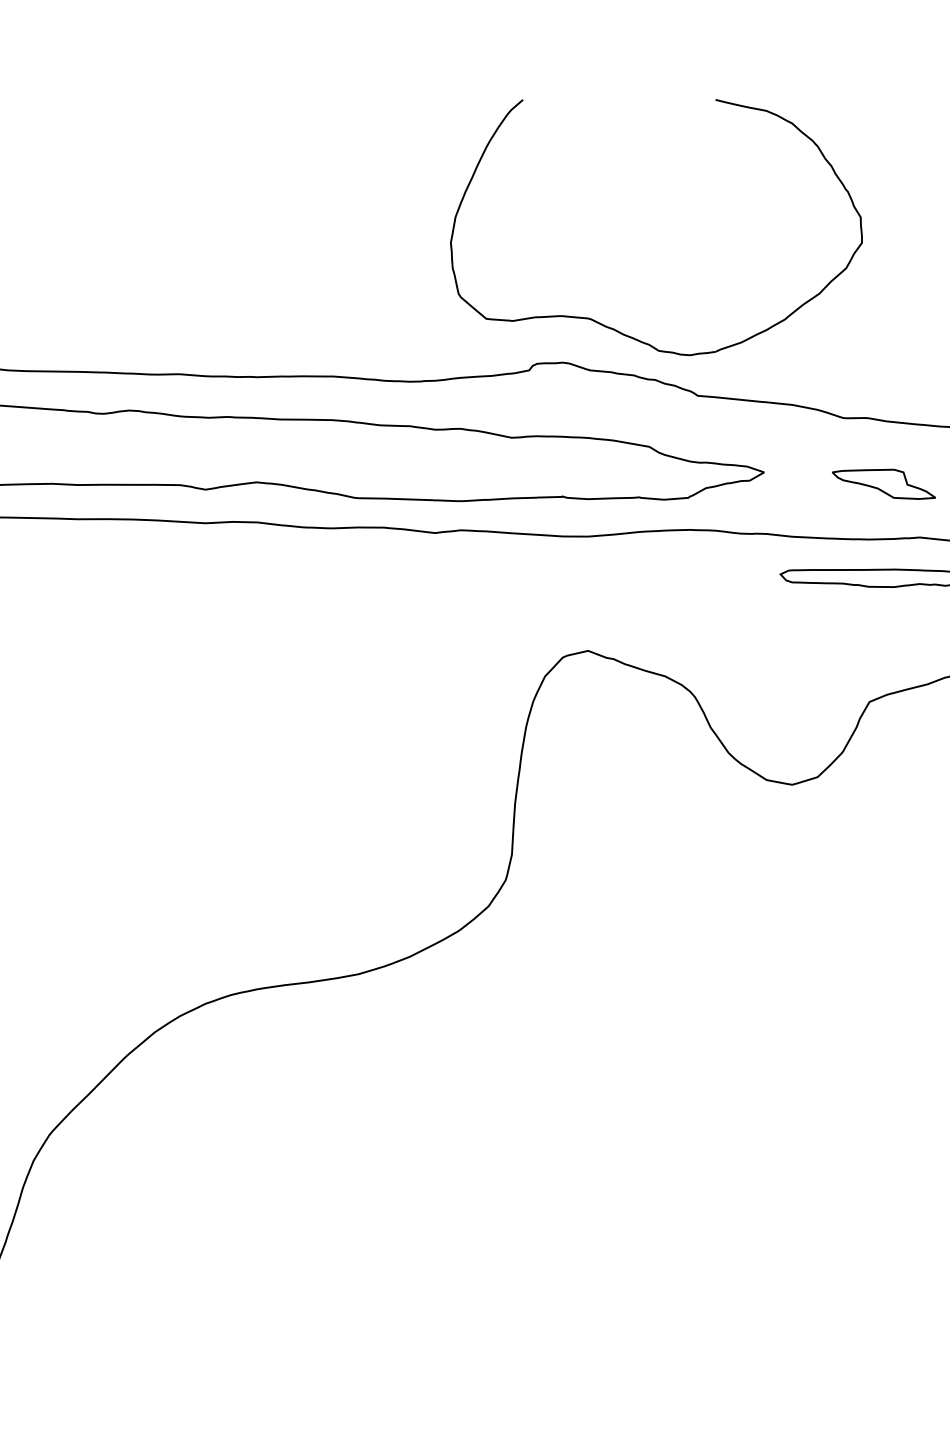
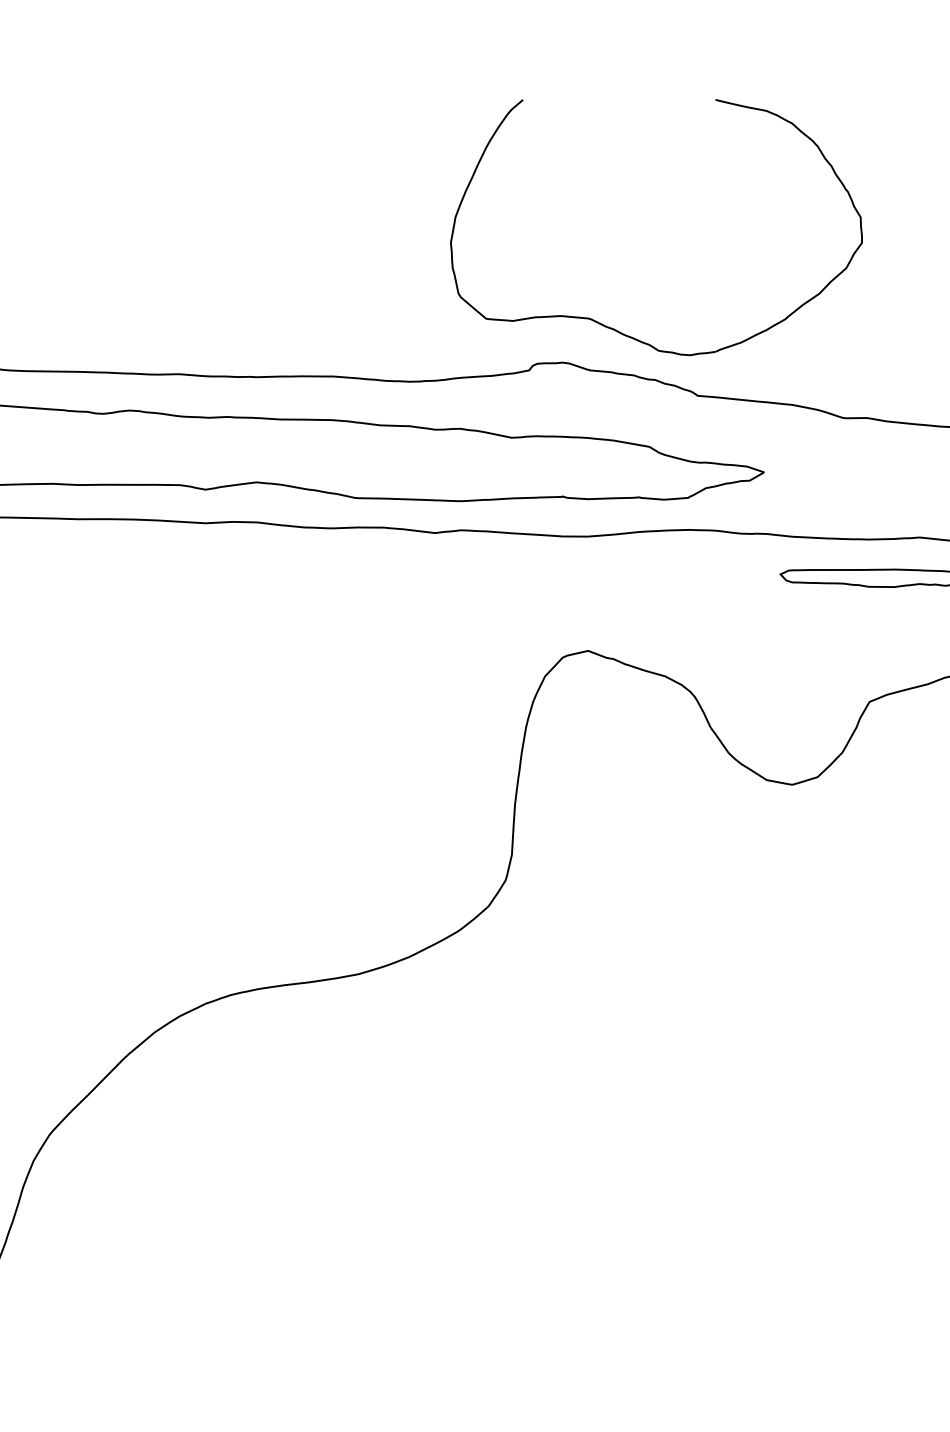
part at (883, 483): present -> none
